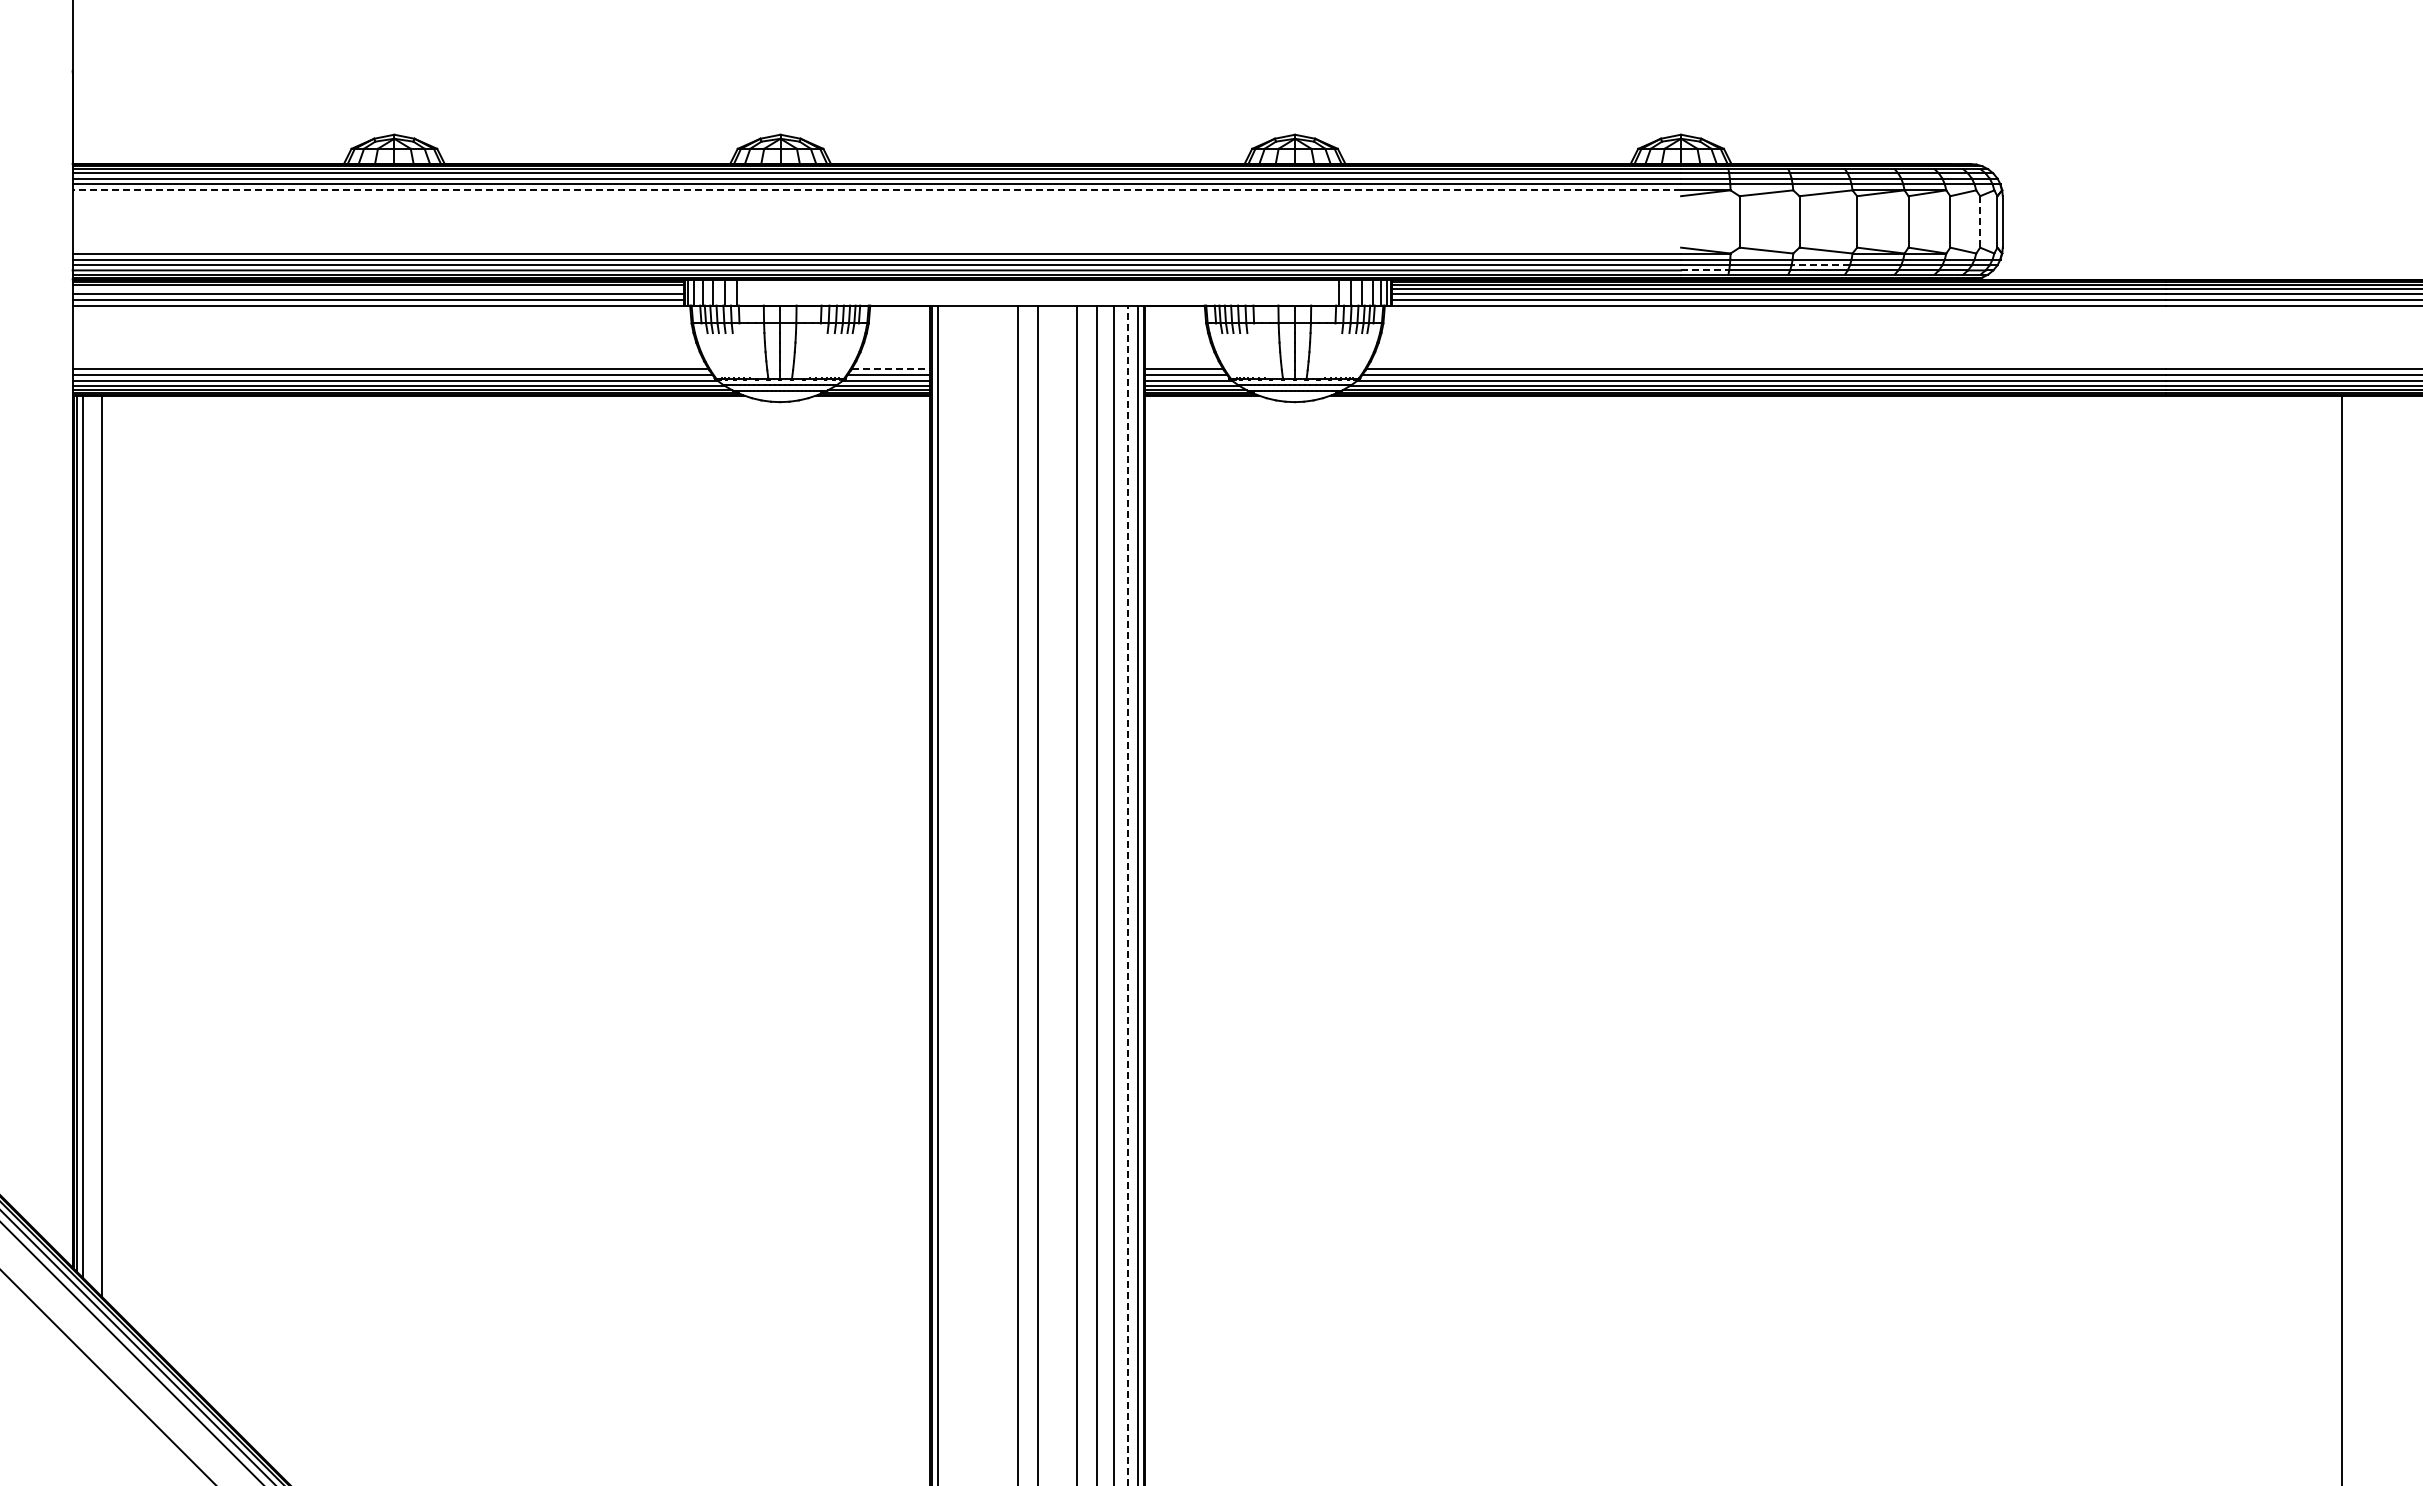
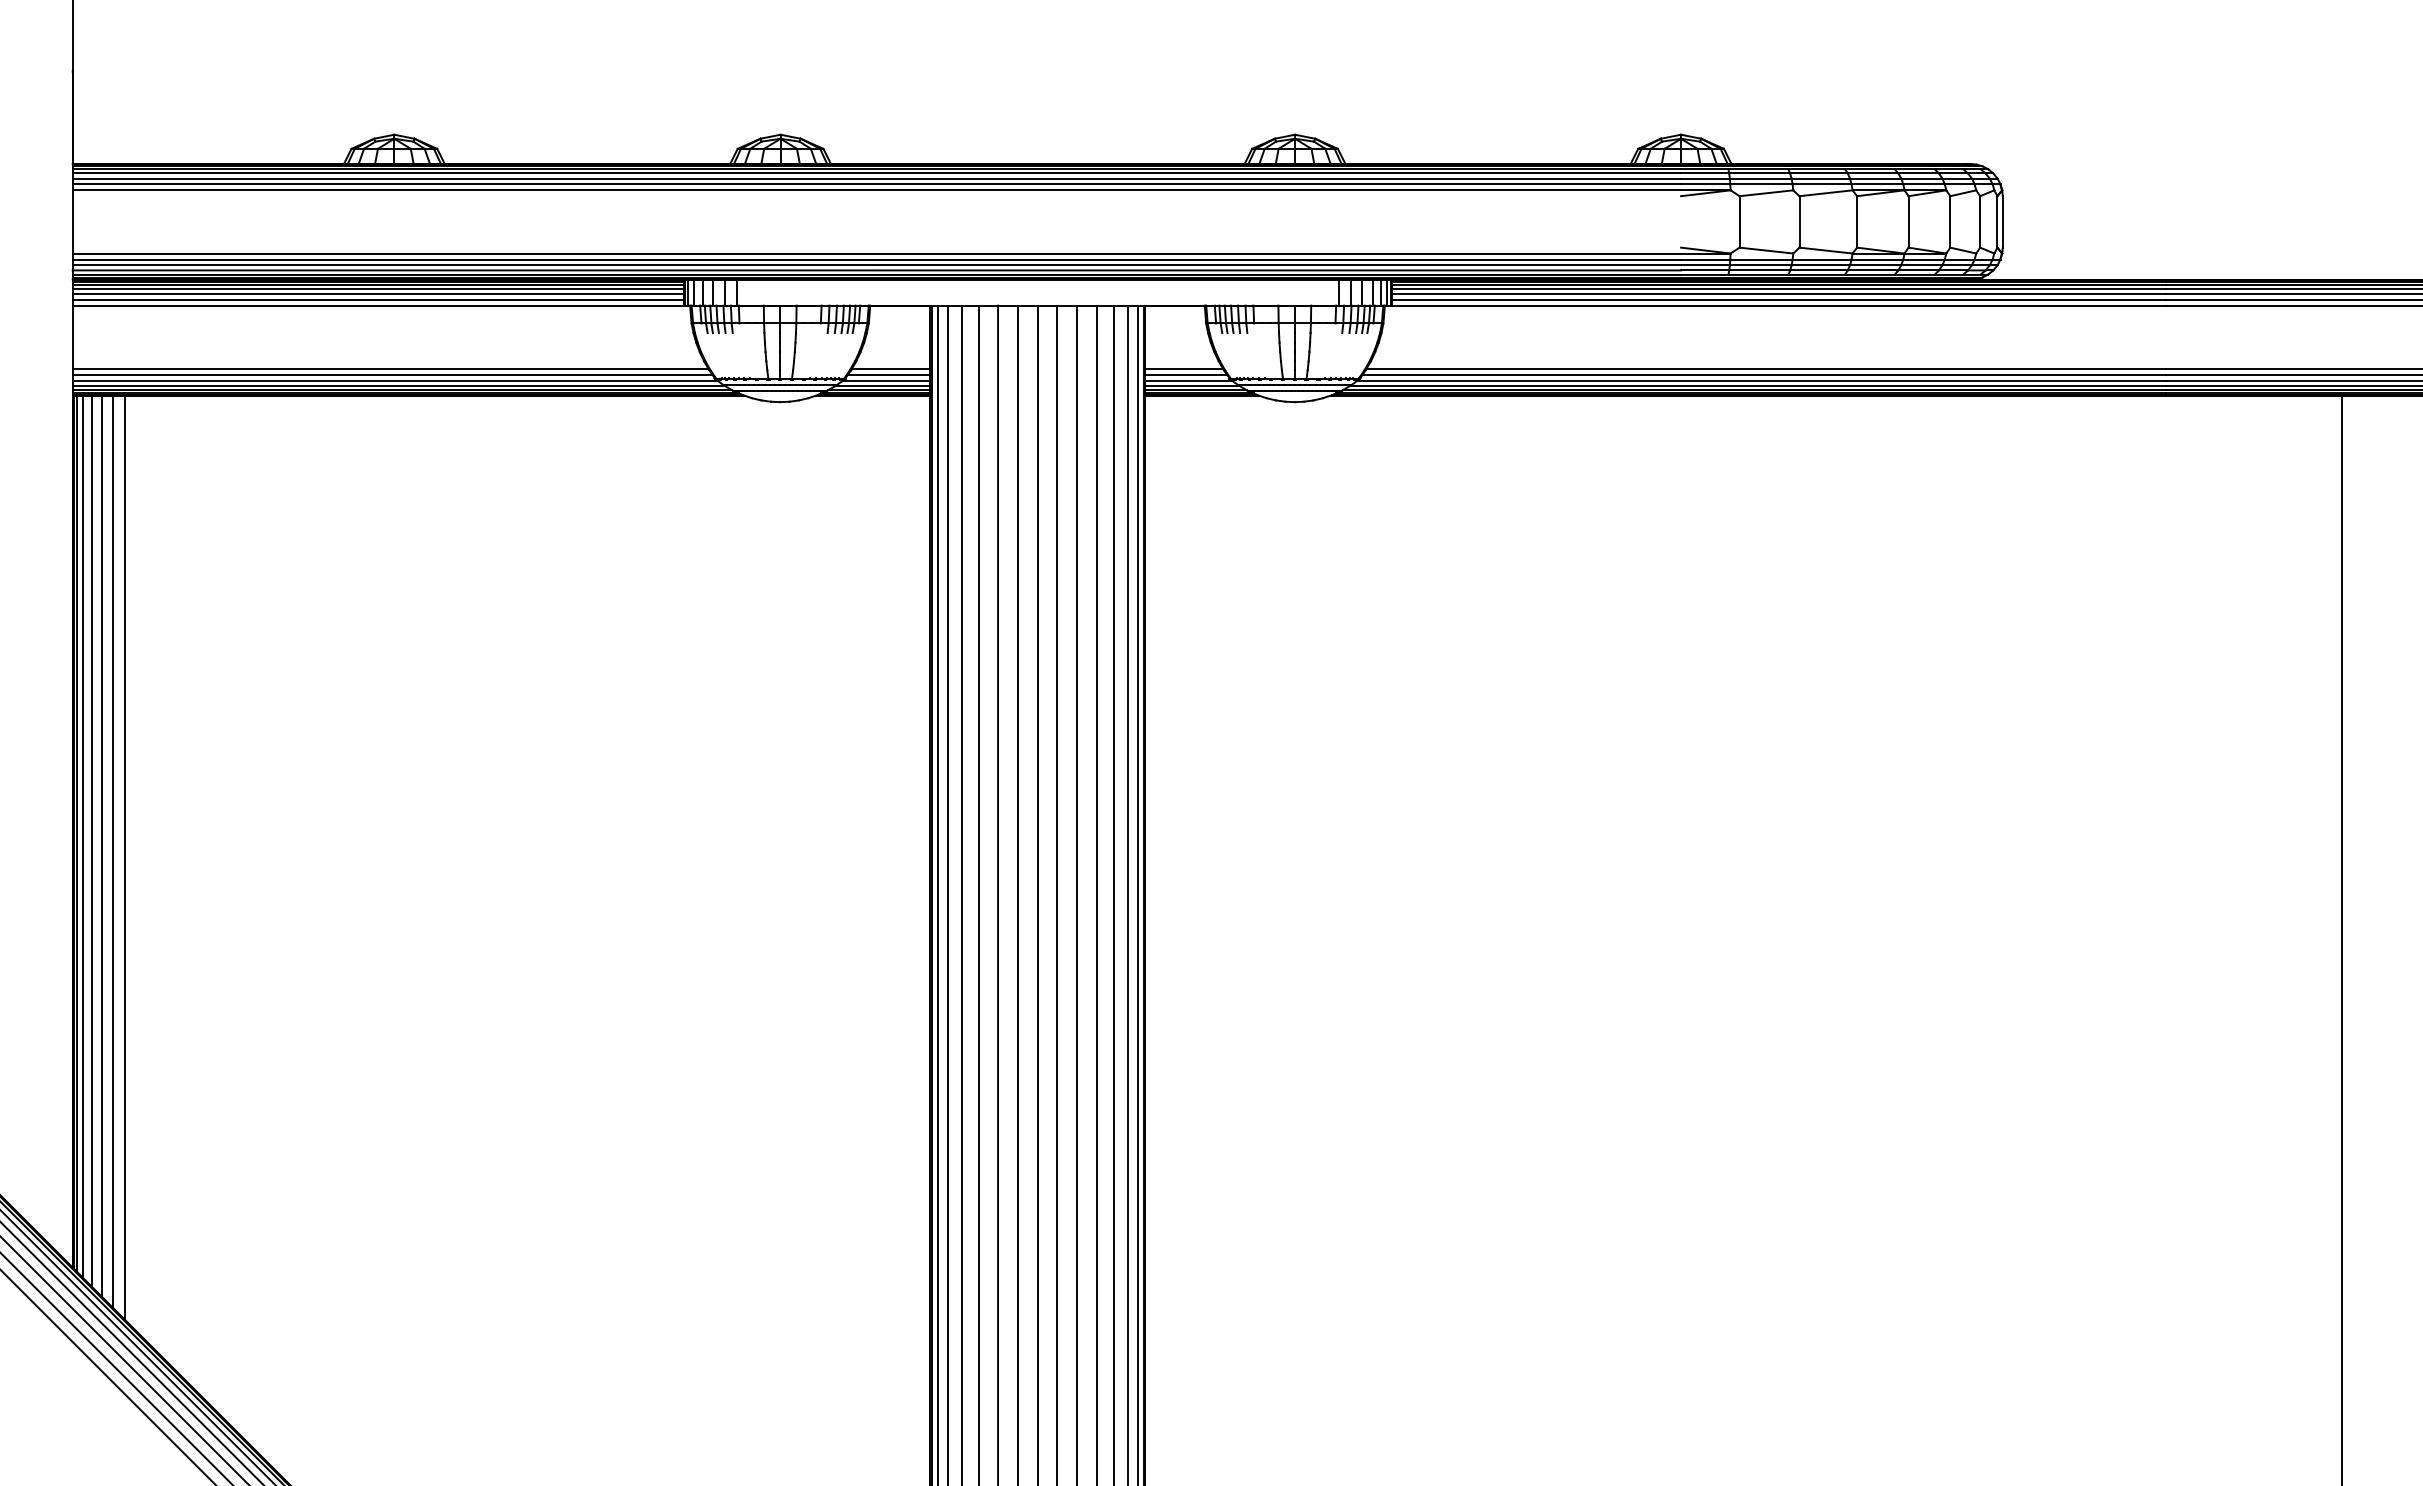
line at (876, 190): dashed -> solid
line at (1980, 221): dashed -> solid
line at (1820, 265): dashed -> solid
line at (1705, 270): dashed -> solid
line at (377, 289): none -> present
line at (891, 369): dashed -> solid
line at (91, 840): none -> present
line at (113, 851): none -> present
line at (125, 857): none -> present
line at (947, 893): none -> present
line at (961, 893): none -> present
line at (978, 893): none -> present
line at (998, 893): none -> present
line at (1057, 893): none -> present
line at (1127, 895): dashed -> solid
line at (124, 1360): none -> present
line at (116, 1368): none -> present
